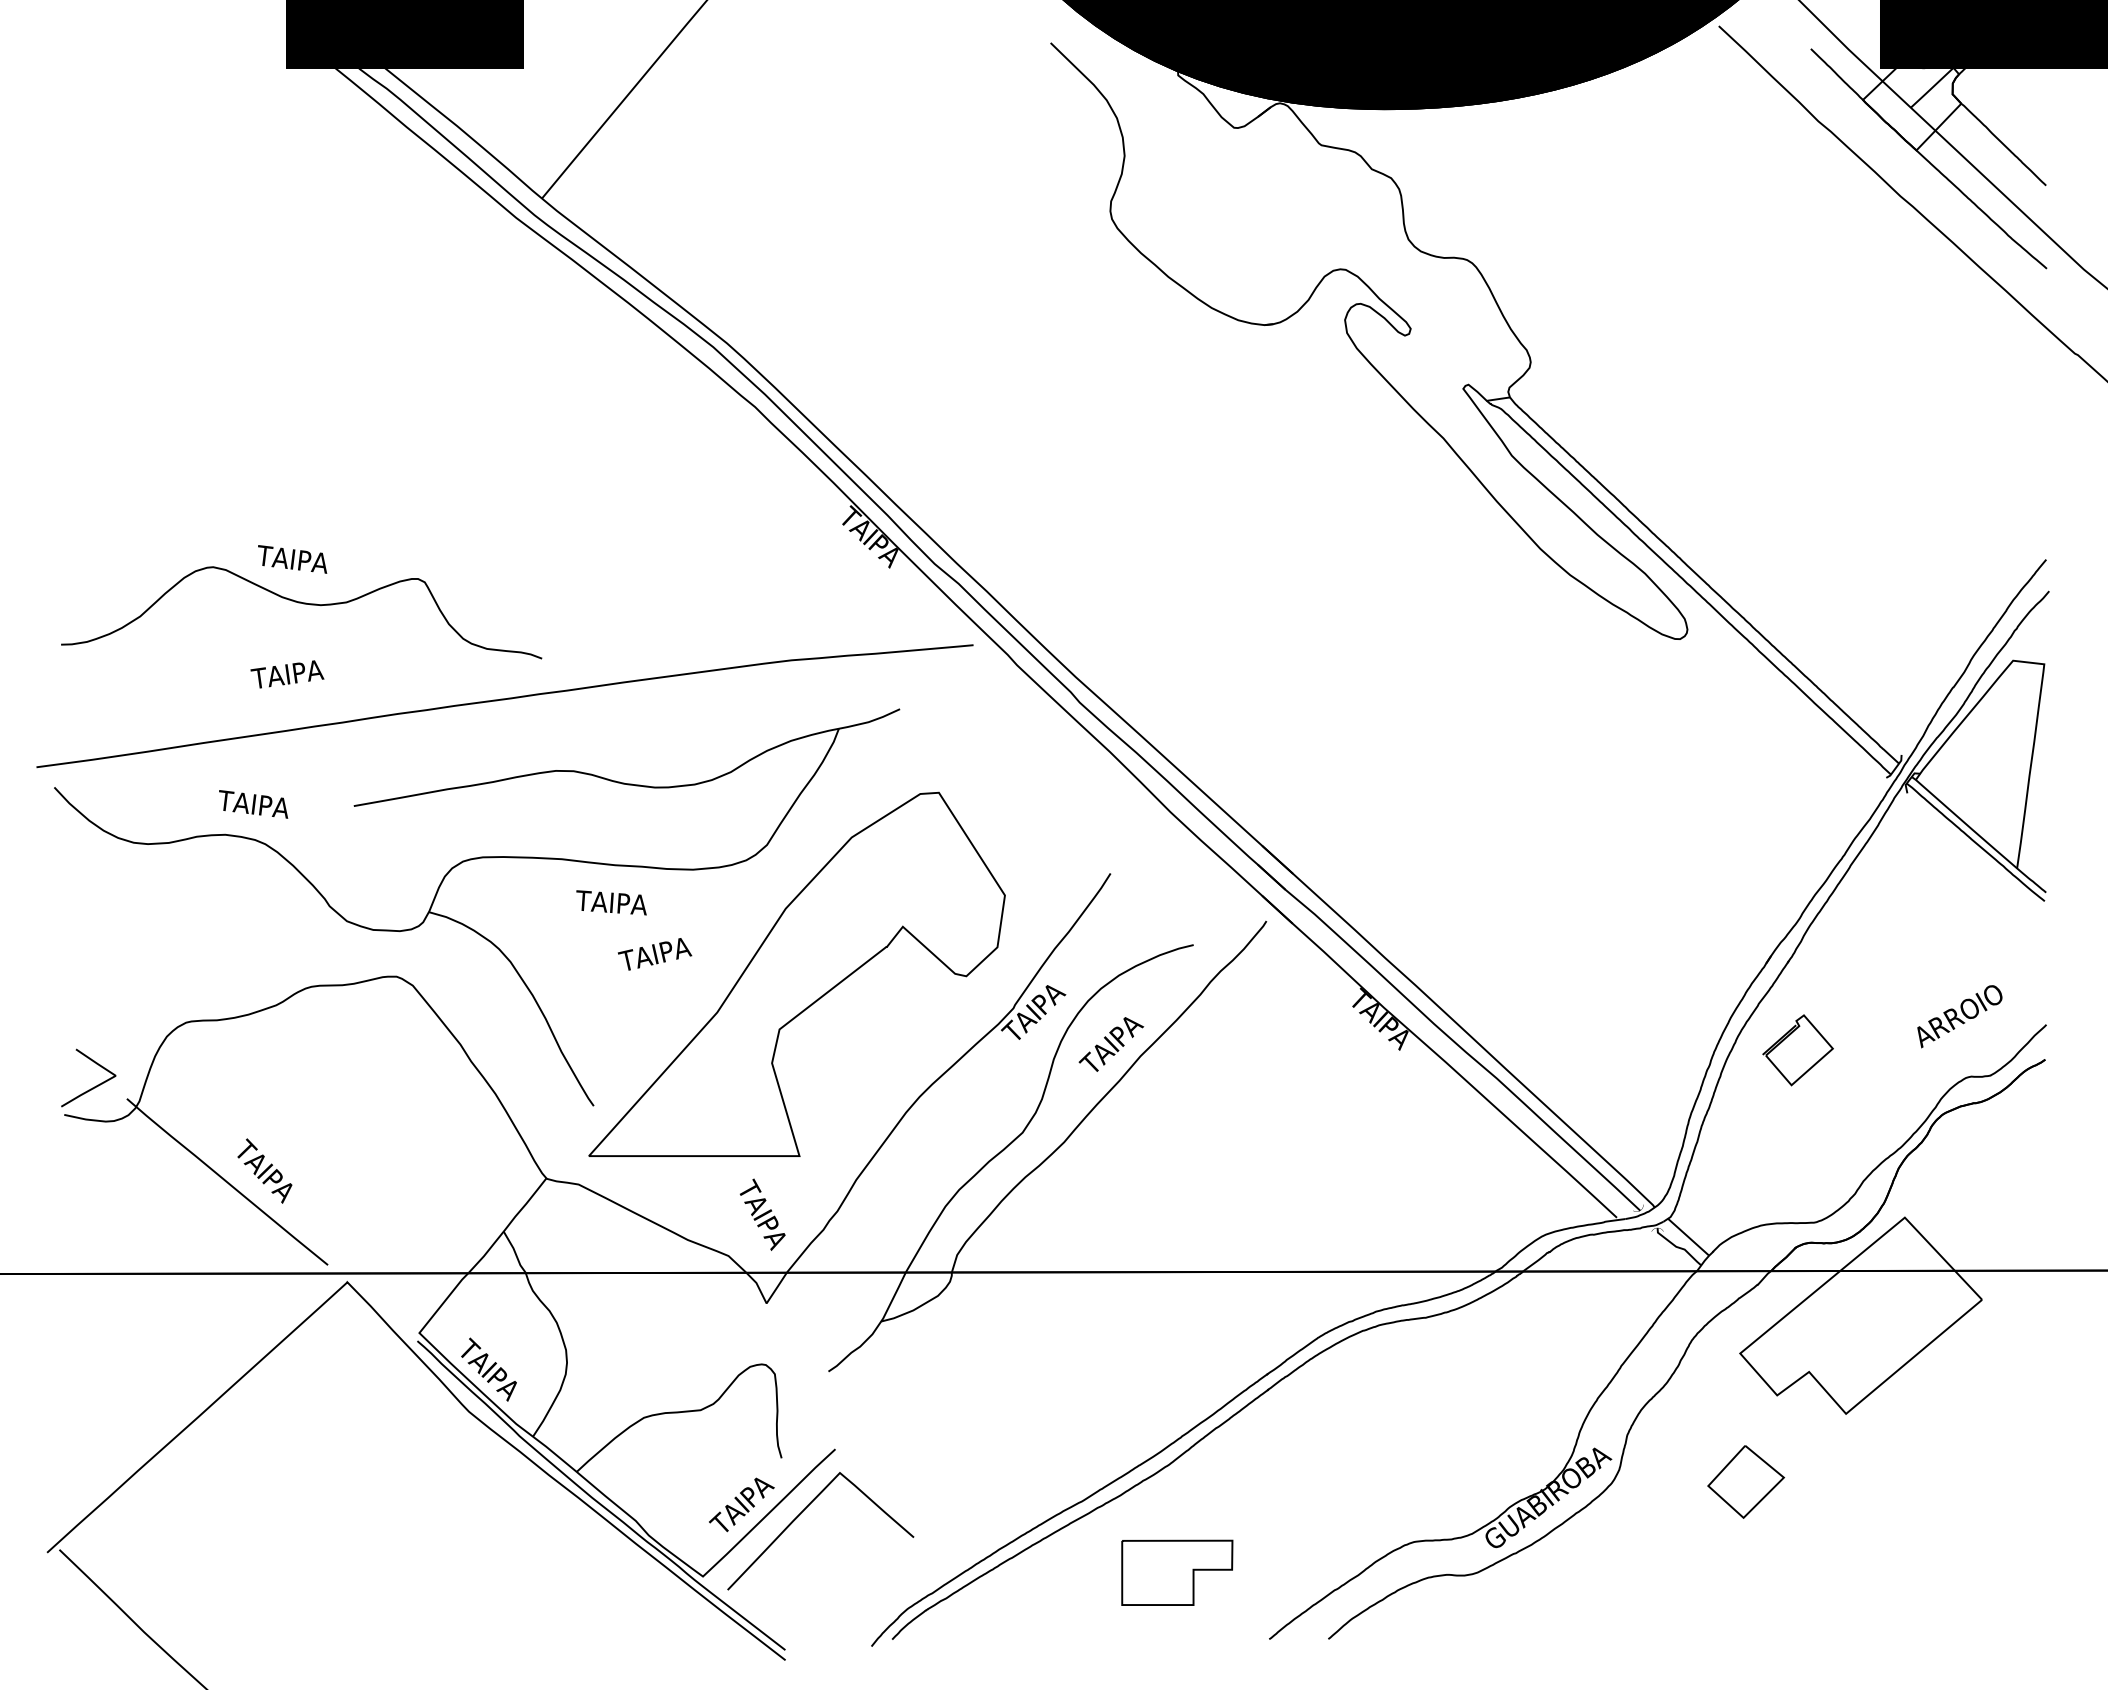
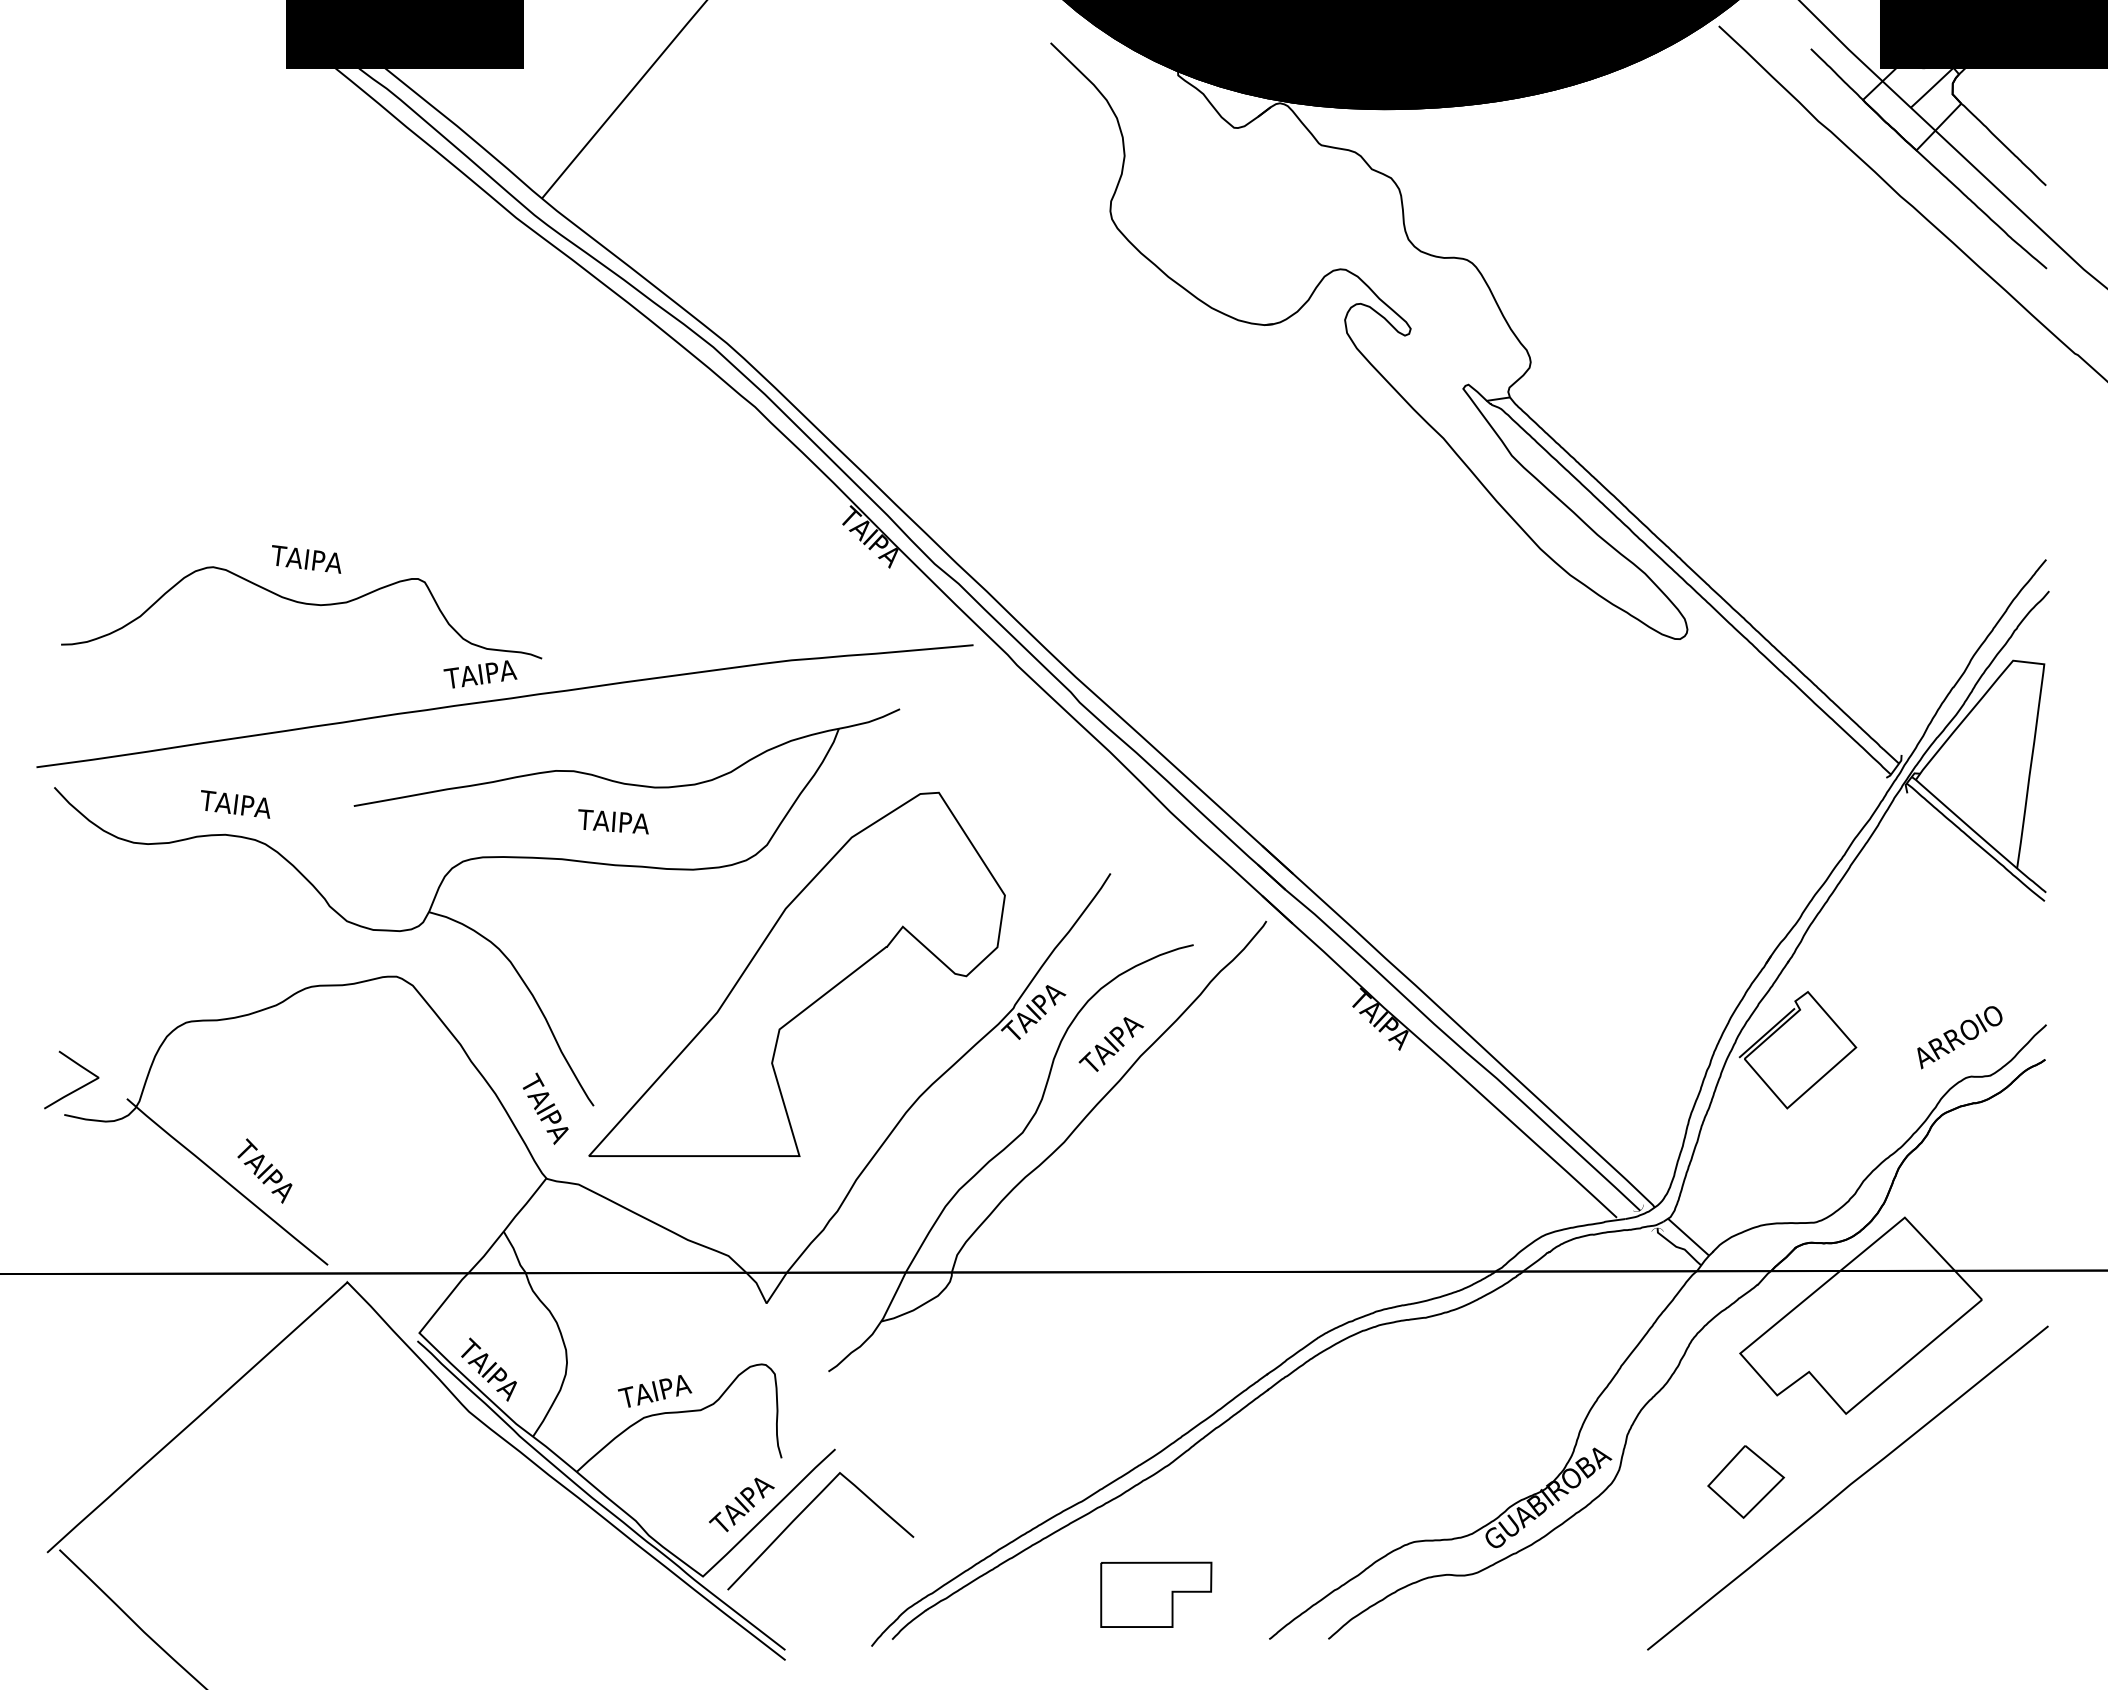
text at (292, 559) position: (292, 559) -> (306, 559)
text at (287, 674) position: (287, 674) -> (480, 674)
text at (253, 804) position: (253, 804) -> (235, 804)
text at (611, 902) position: (611, 902) -> (613, 821)
text at (654, 954) position: (654, 954) -> (654, 1391)
text at (1959, 1016) position: (1959, 1016) -> (1959, 1037)
part at (1797, 1050) size: 72x73 px -> 120x119 px
curve at (92, 1087) position: (92, 1087) -> (75, 1089)
text at (762, 1214) position: (762, 1214) -> (545, 1108)
curve at (1847, 1487): none -> present
part at (1177, 1572) position: (1177, 1572) -> (1156, 1594)
